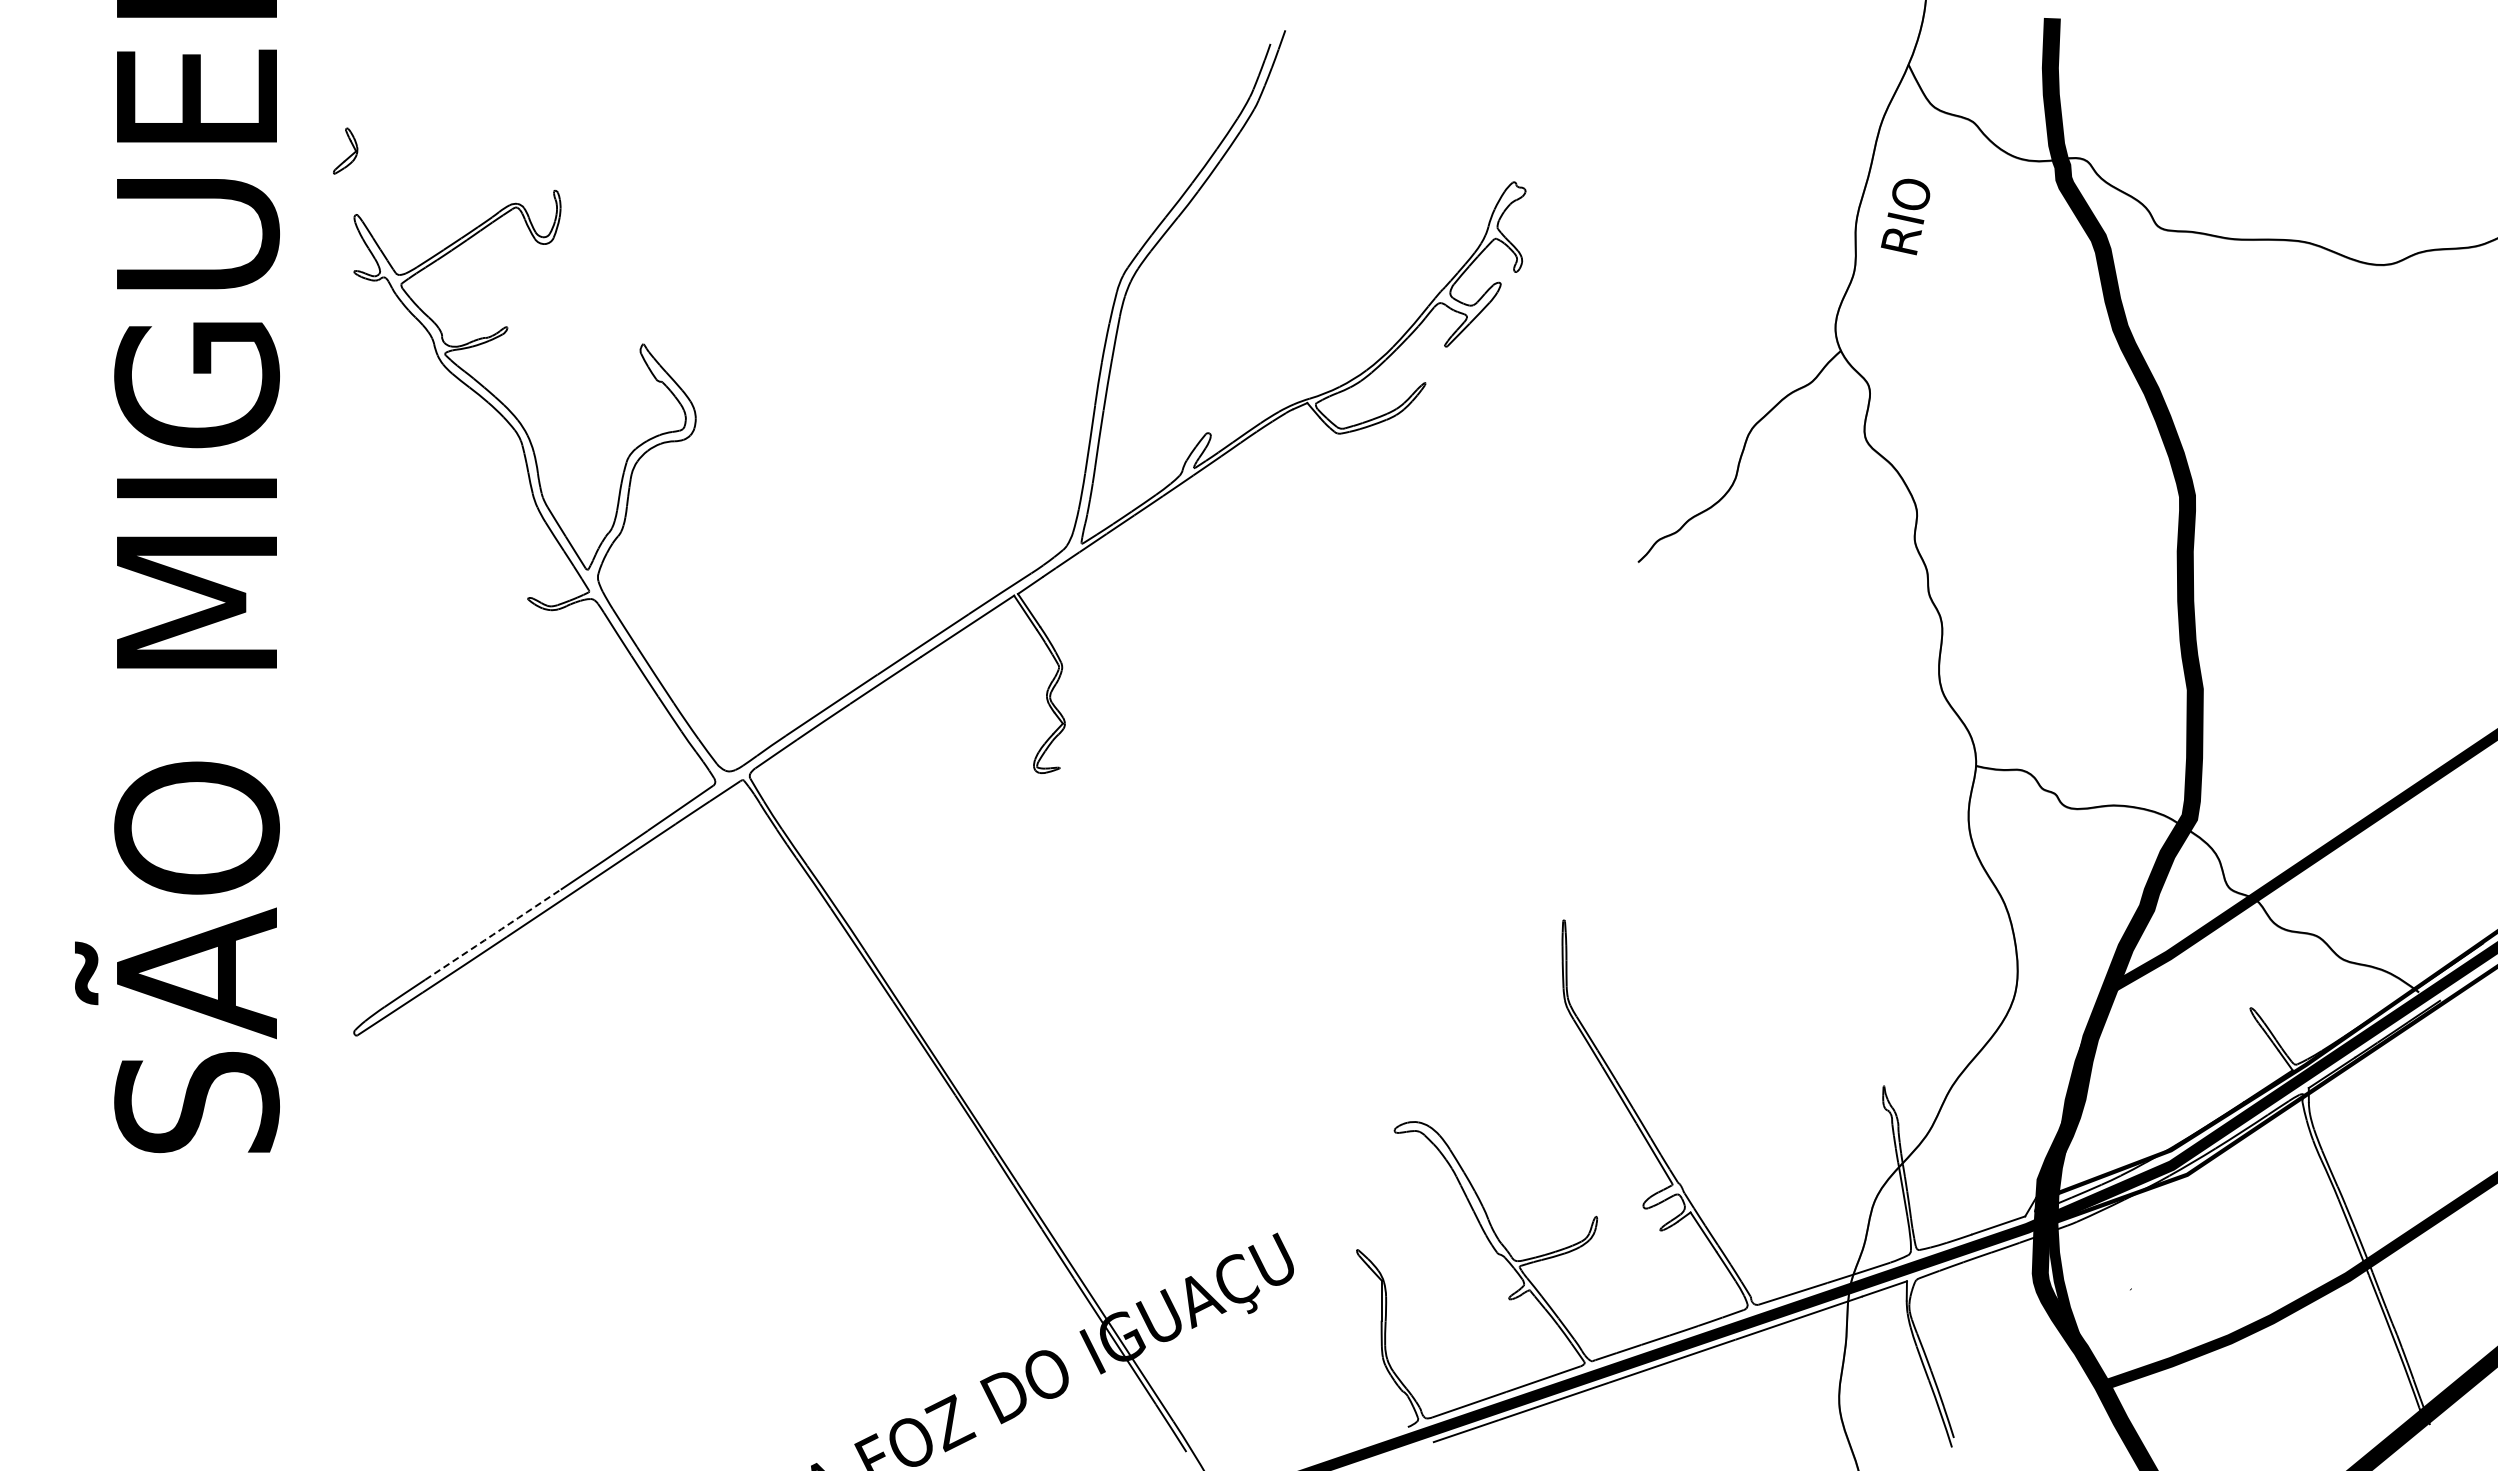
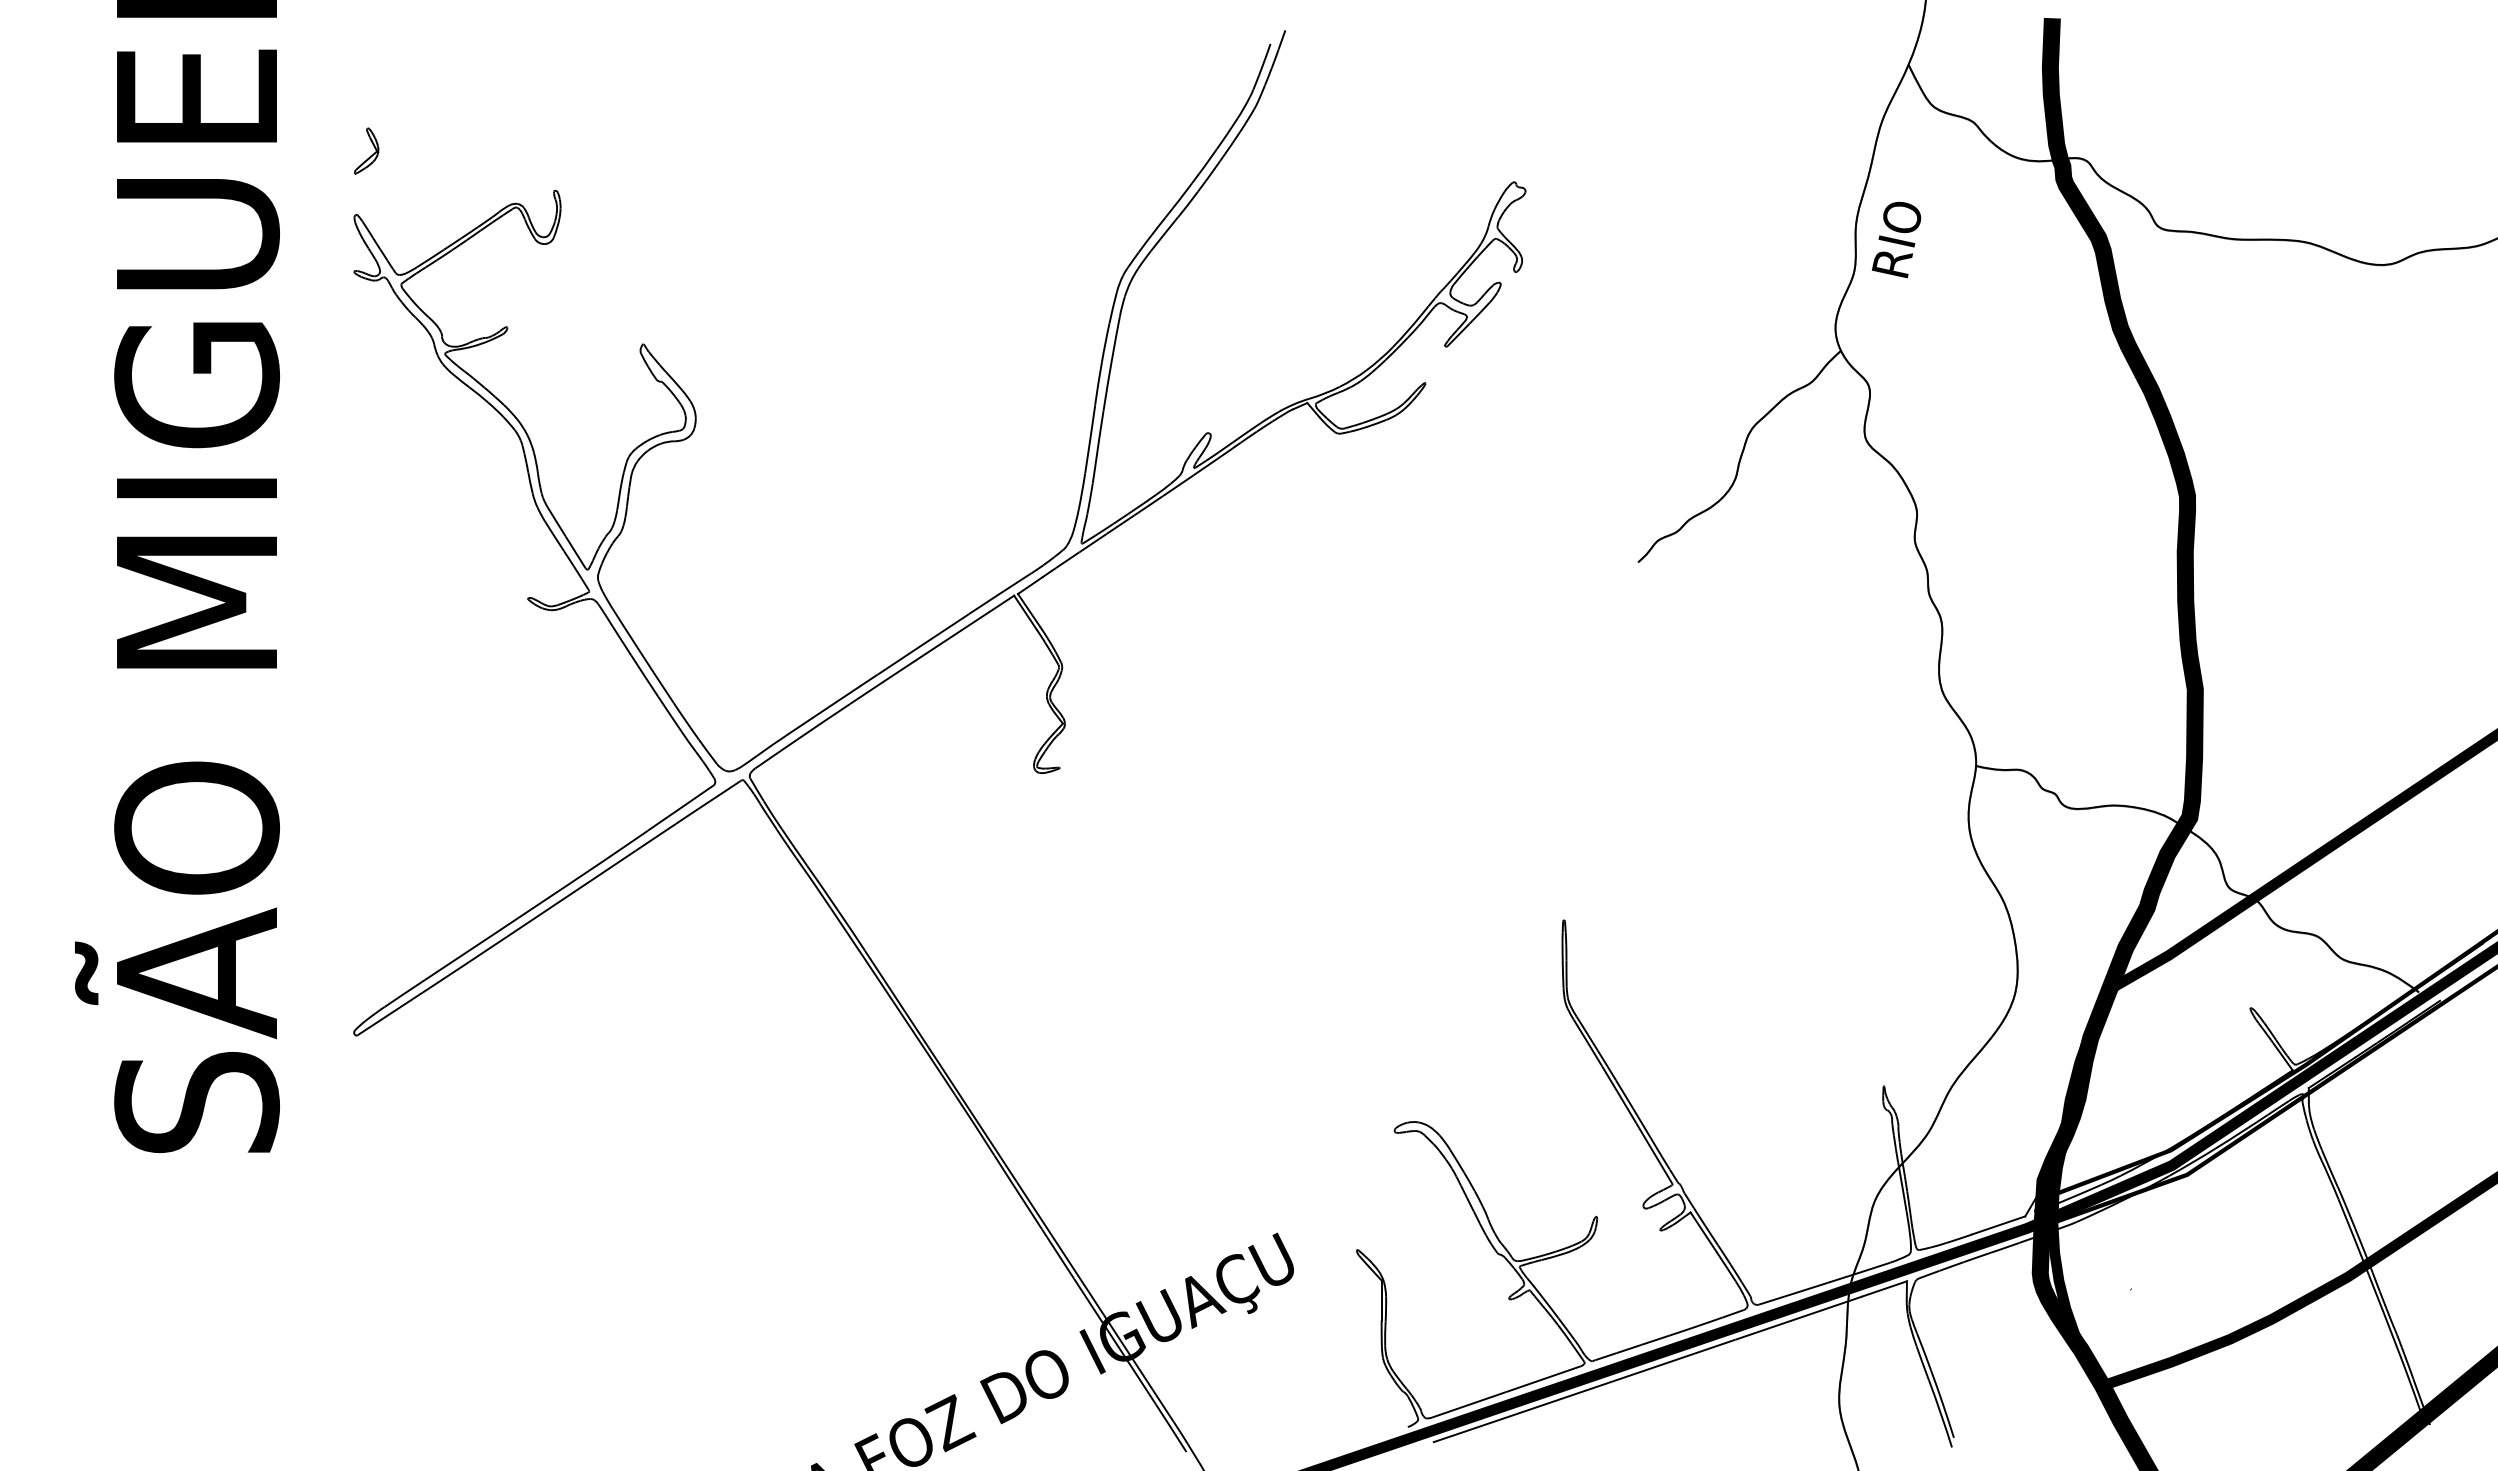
part at (349, 155) position: (349, 155) -> (370, 155)
text at (1905, 216) position: (1905, 216) -> (1896, 239)
arc at (493, 934): dashed -> solid
